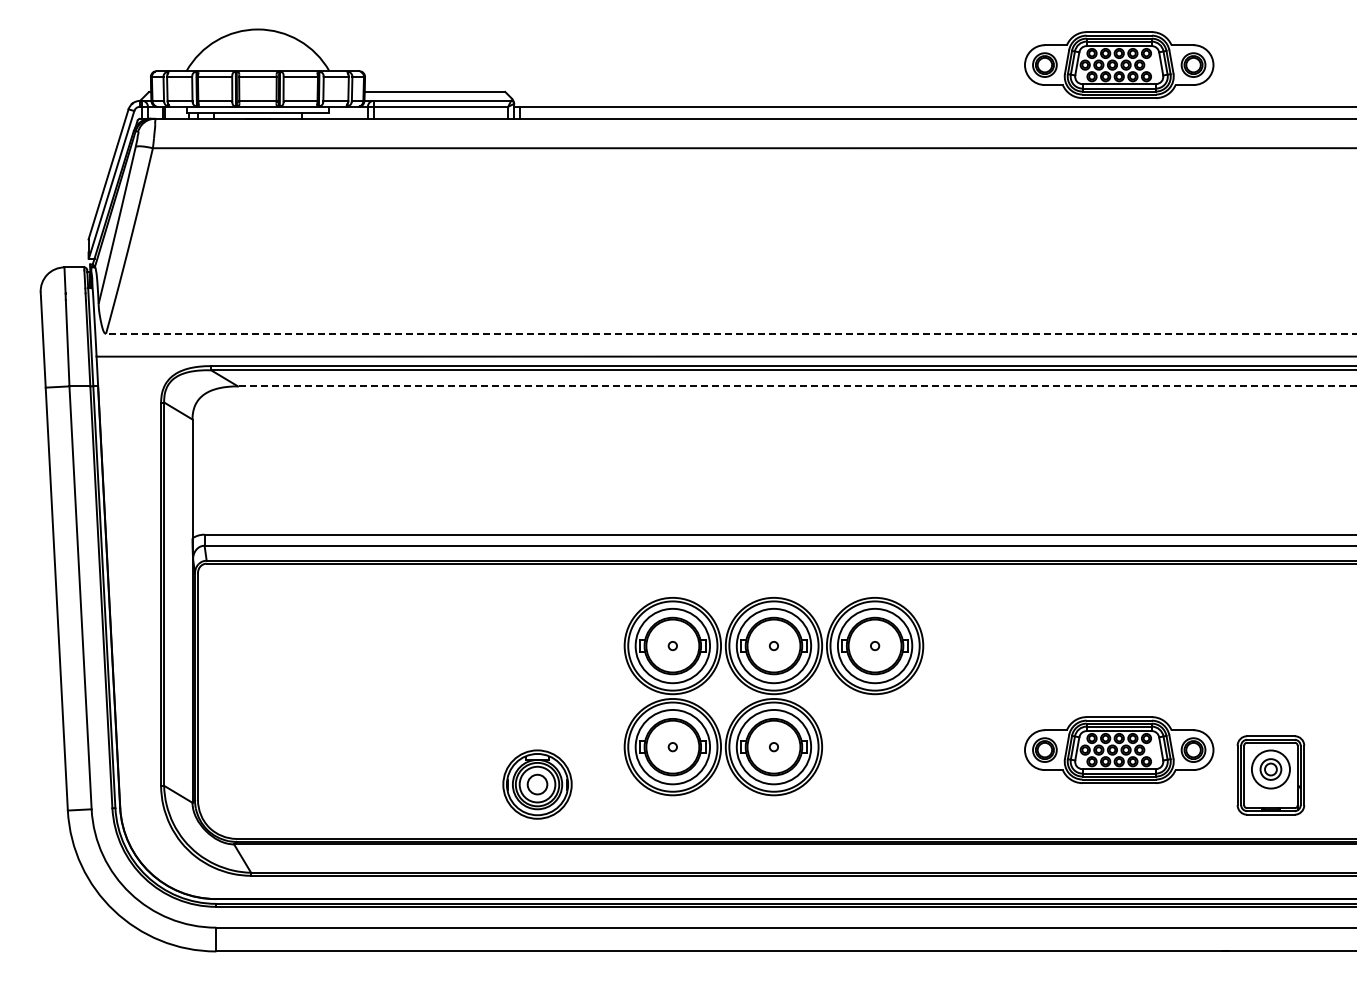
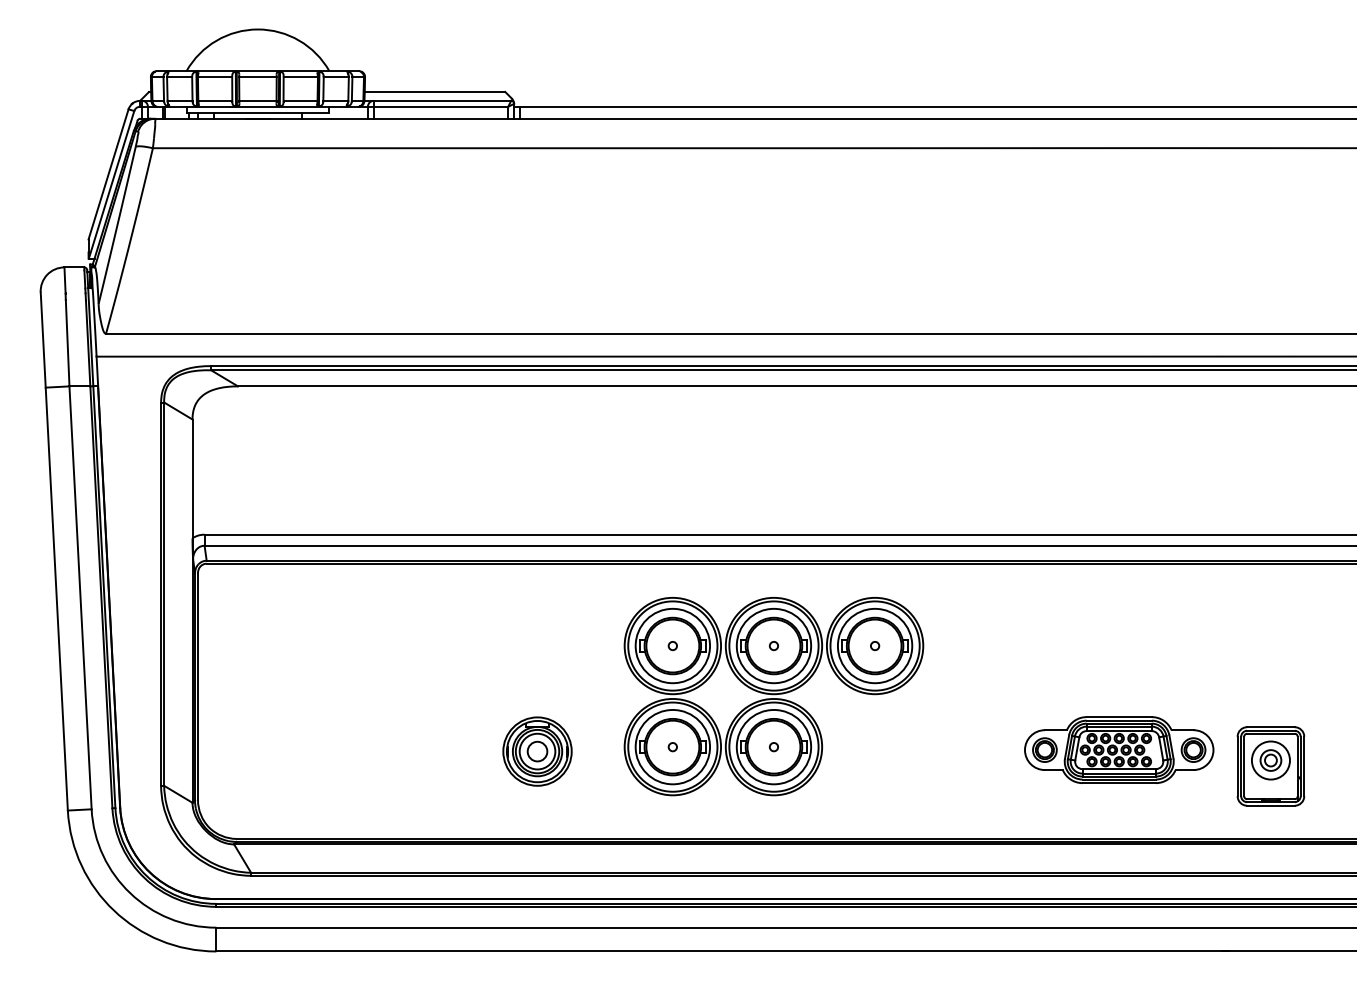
part at (1119, 64): present -> none
line at (731, 333): dashed -> solid
line at (796, 386): dashed -> solid
part at (1270, 775) position: (1270, 775) -> (1270, 766)
part at (537, 784) position: (537, 784) -> (537, 751)
